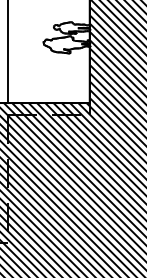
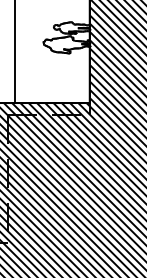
line at (7, 52) position: (7, 52) -> (14, 52)
